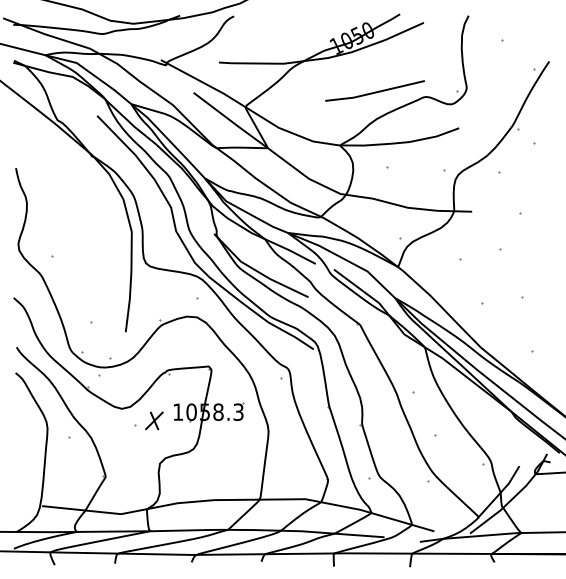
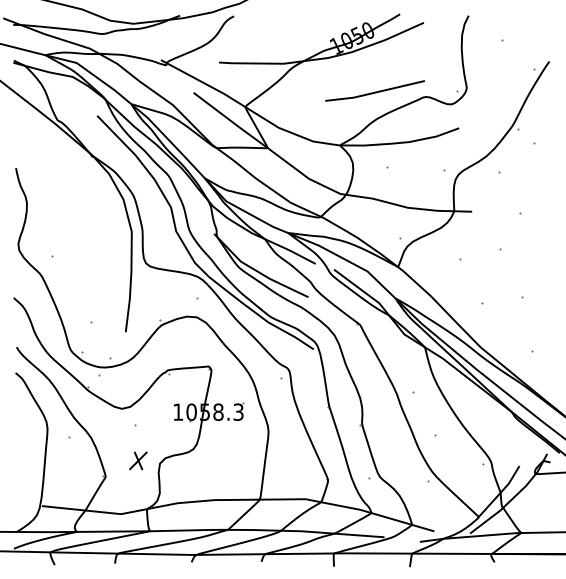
part at (154, 420) position: (154, 420) -> (138, 460)
